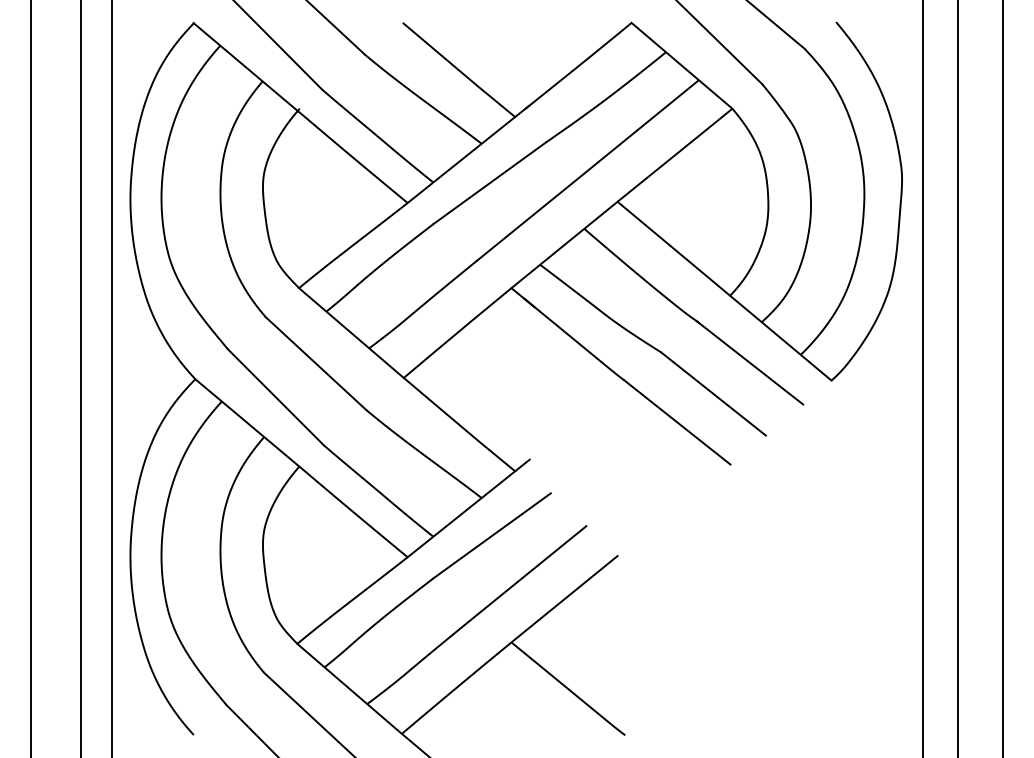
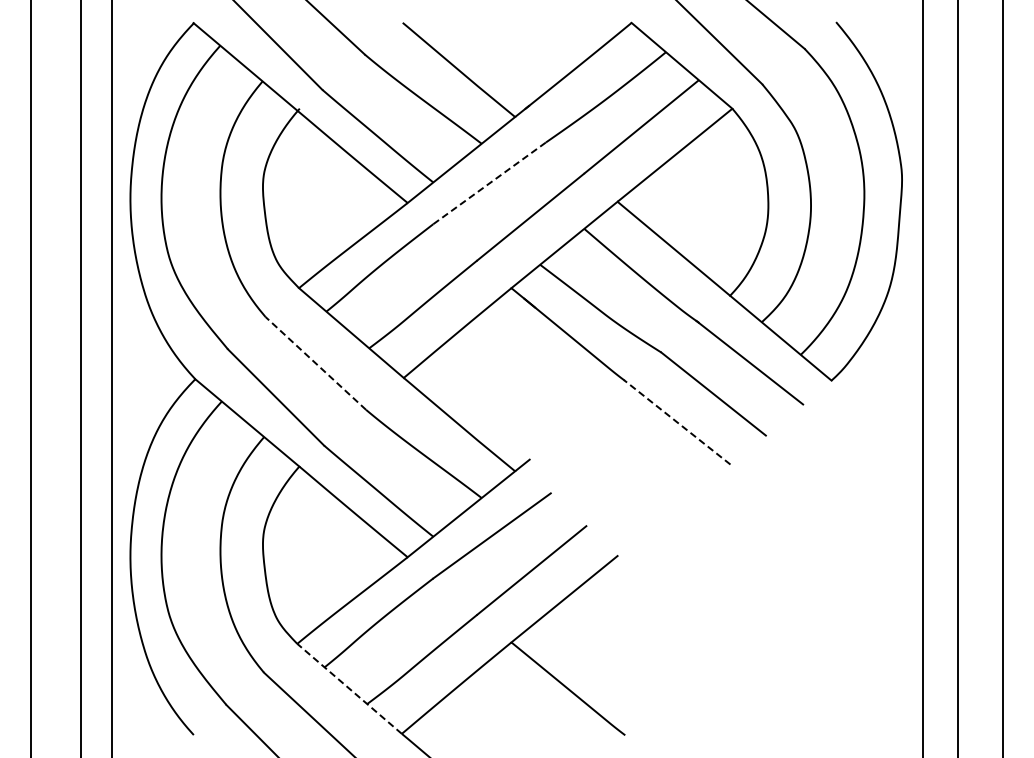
line at (489, 183): solid -> dashed
line at (315, 363): solid -> dashed
line at (677, 422): solid -> dashed
line at (349, 688): solid -> dashed
